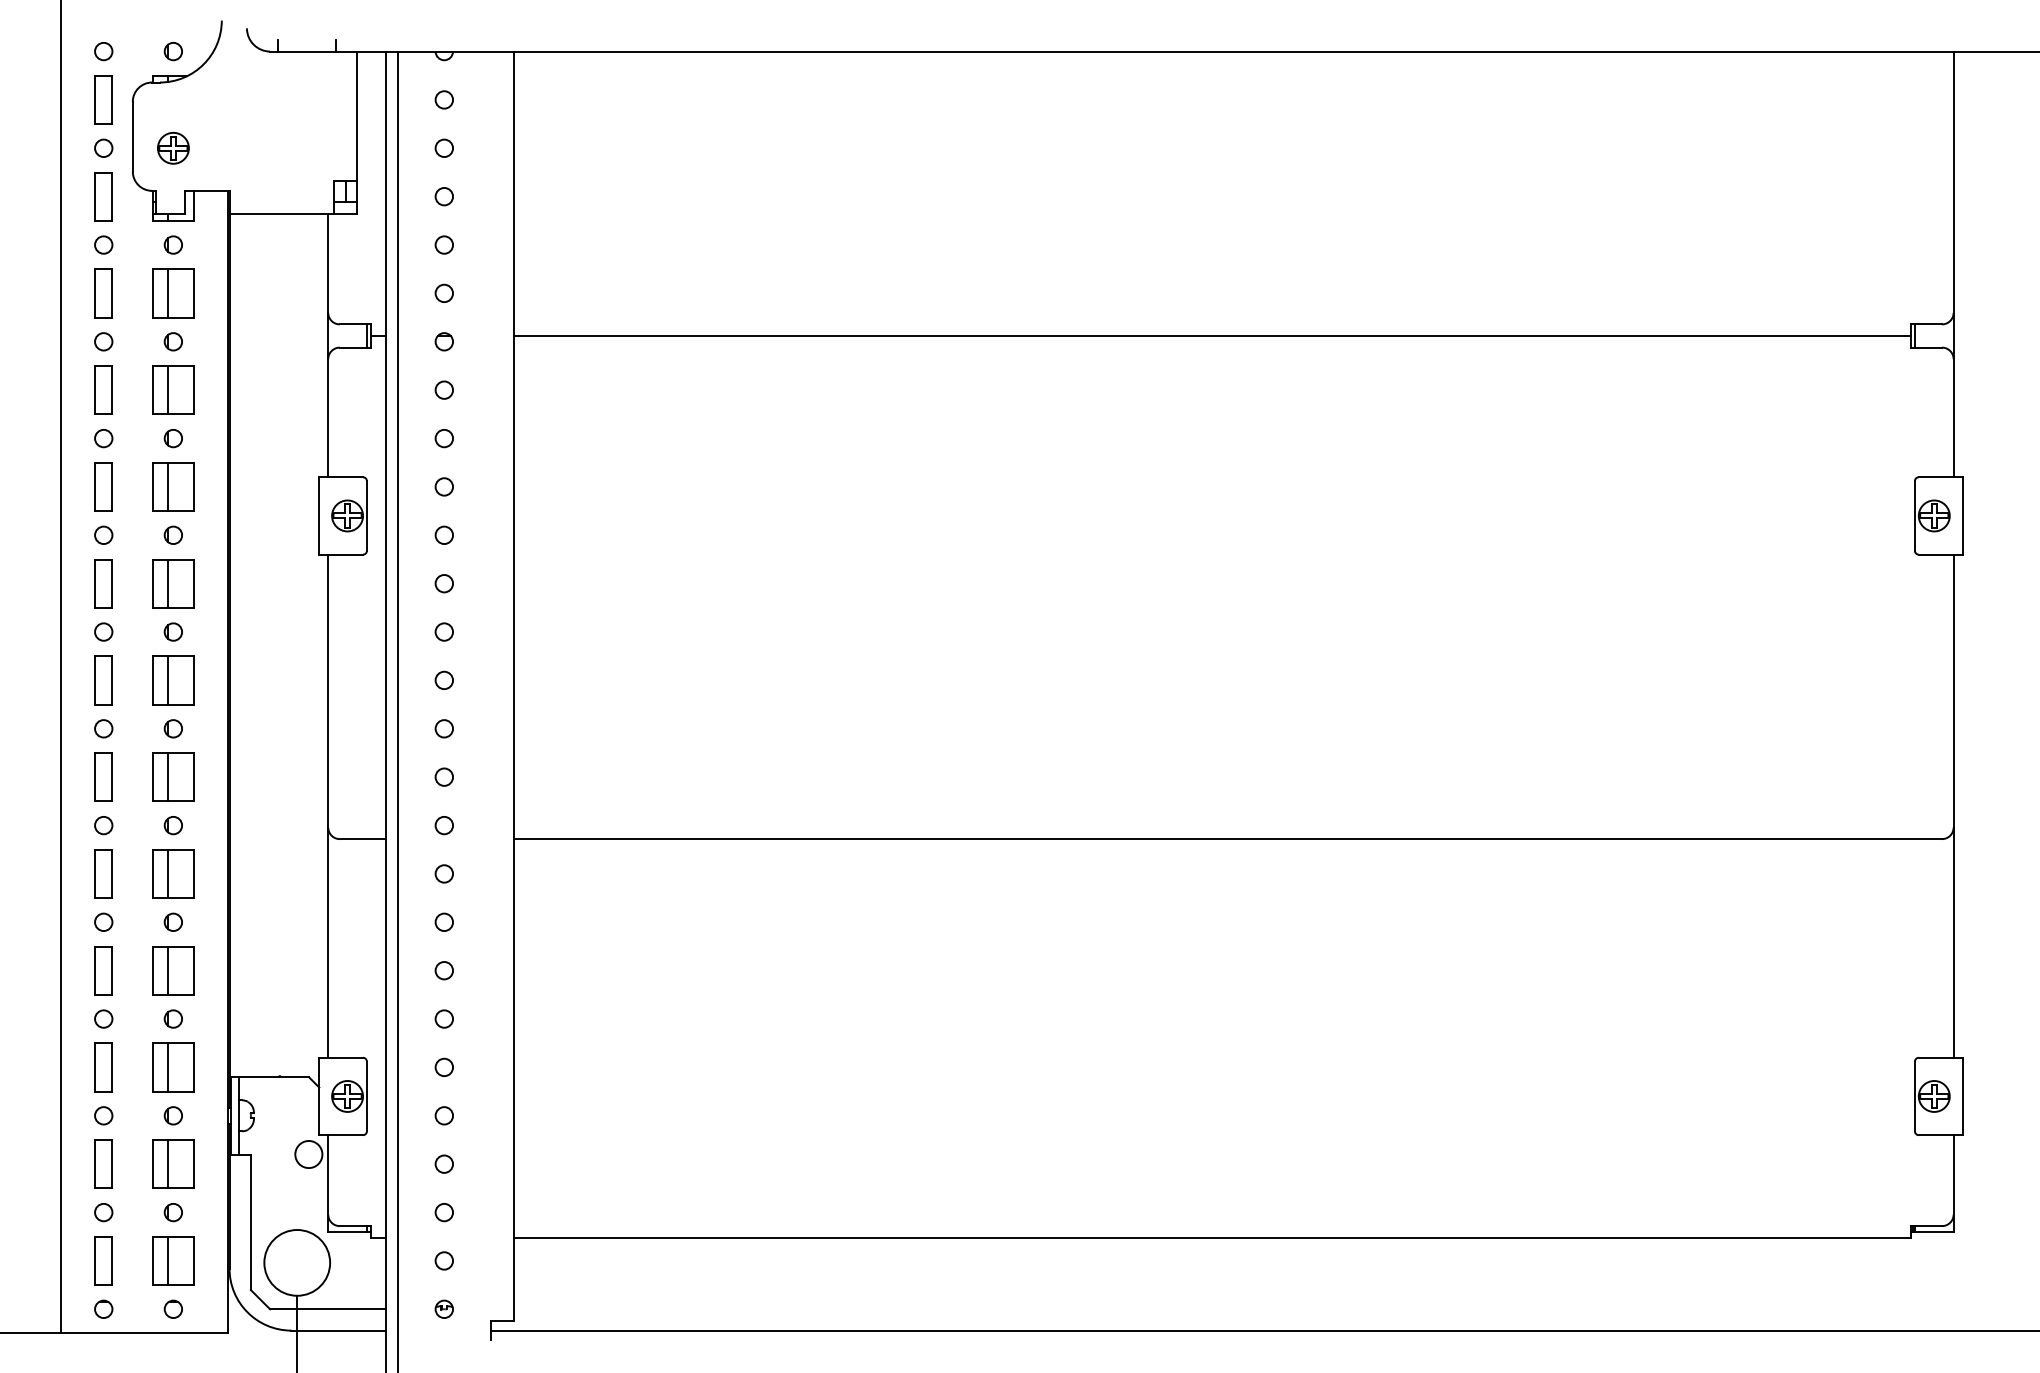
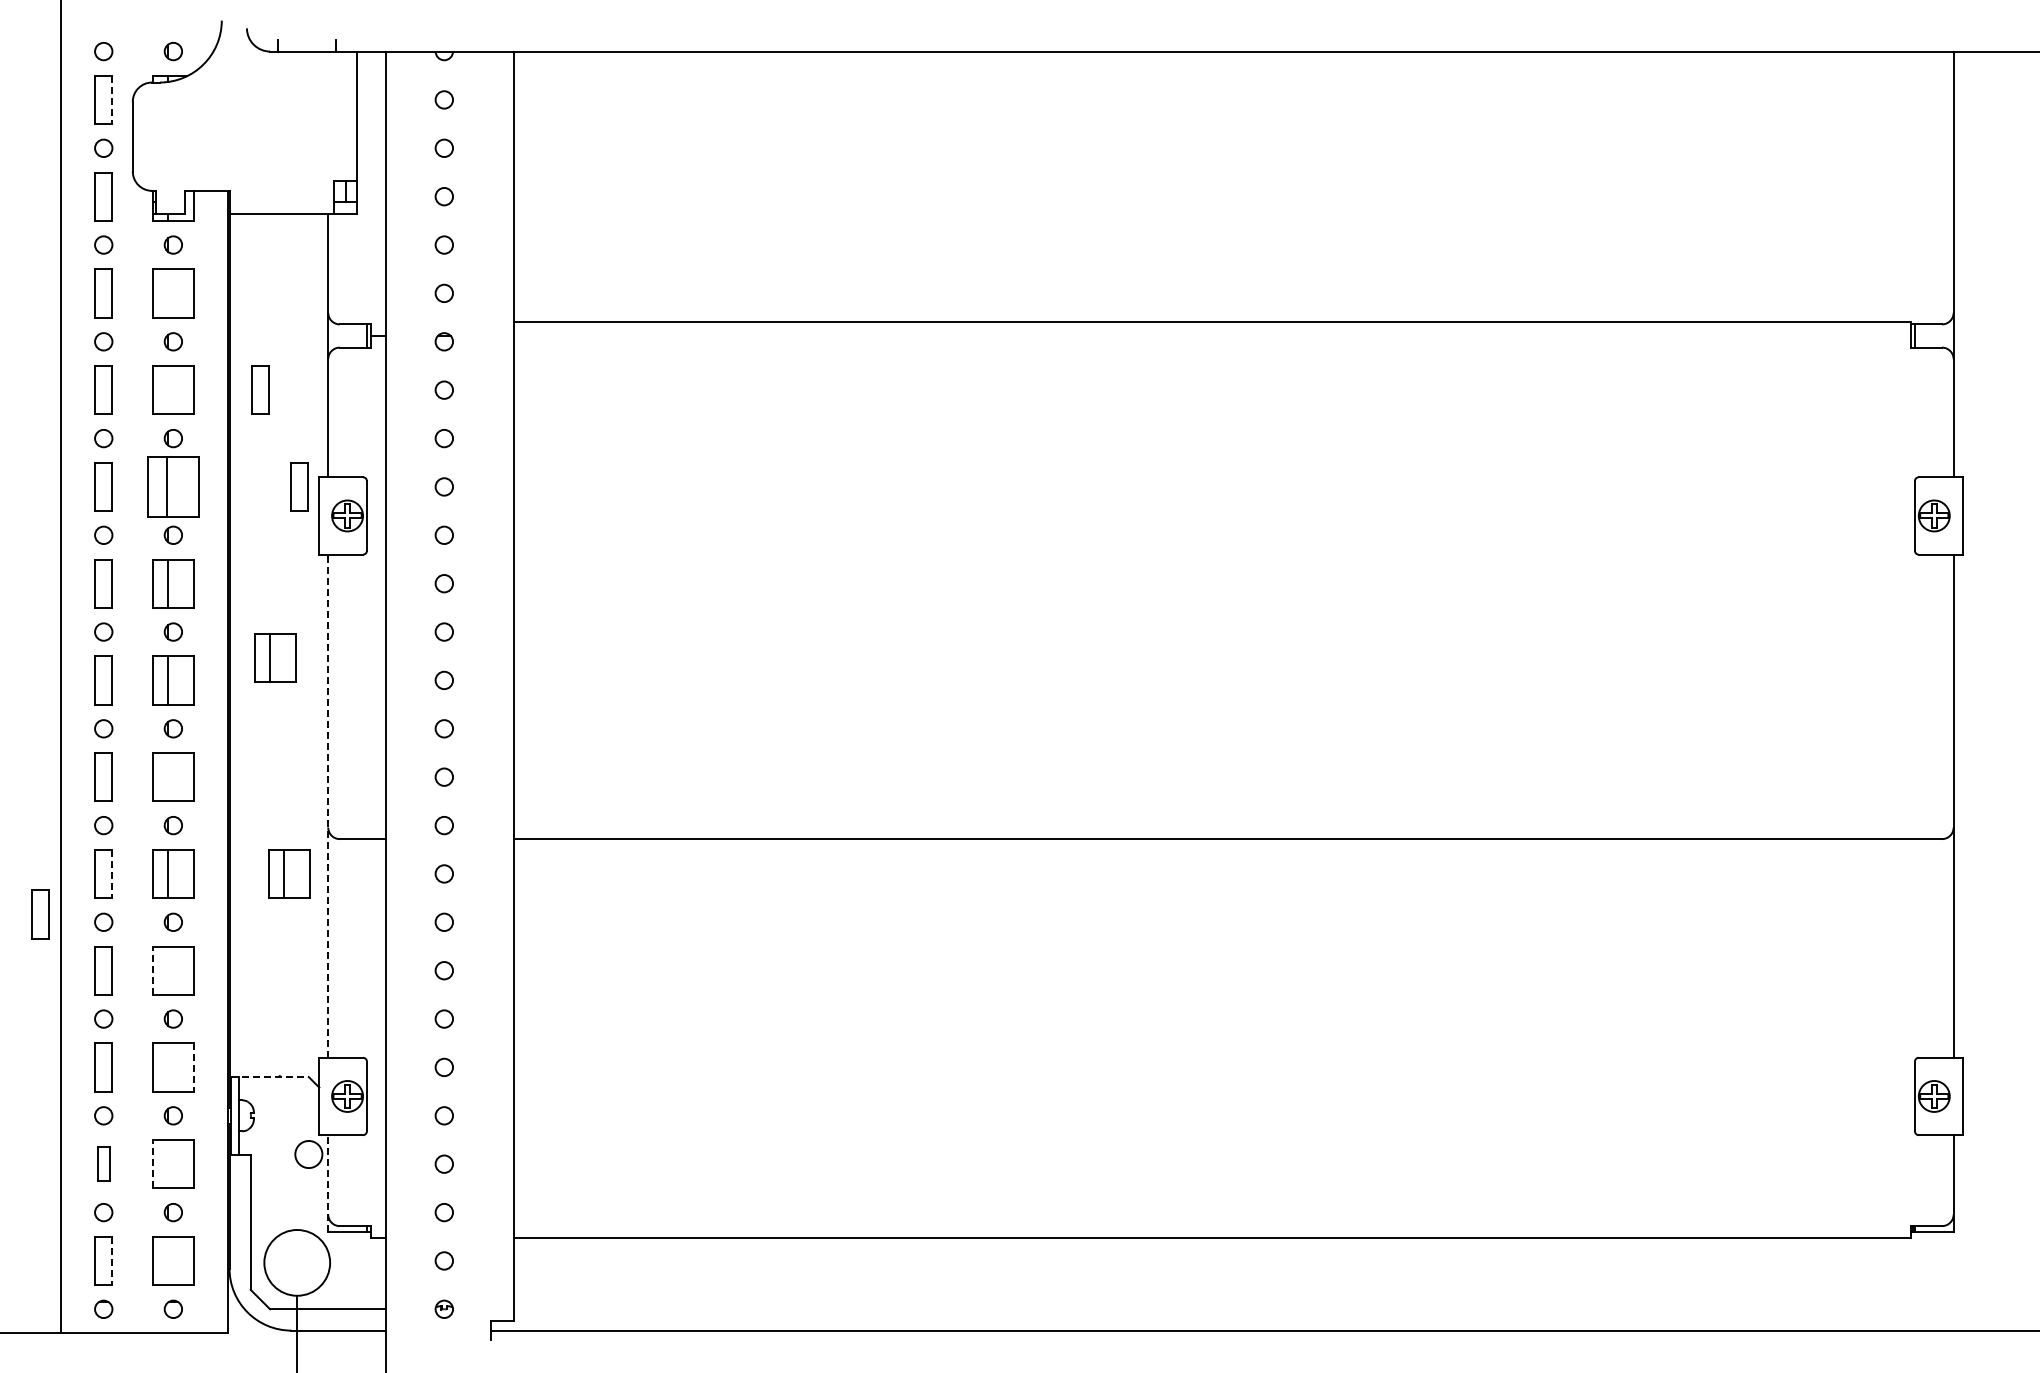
line at (112, 100): solid -> dashed
part at (173, 147): present -> none
line at (168, 293): present -> none
line at (1212, 336) position: (1212, 336) -> (1212, 322)
part at (260, 389): none -> present
line at (168, 390): present -> none
part at (173, 486) size: 43x50 px -> 53x62 px
part at (299, 486): none -> present
part at (275, 657): none -> present
line at (397, 710): present -> none
line at (168, 777): present -> none
line at (328, 806): solid -> dashed
part at (289, 873): none -> present
line at (112, 874): solid -> dashed
part at (40, 914): none -> present
line at (153, 970): solid -> dashed
line at (168, 970): present -> none
line at (168, 1067): present -> none
line at (193, 1067): solid -> dashed
line at (270, 1077): solid -> dashed
part at (103, 1163) size: 19x50 px -> 14x36 px
line at (153, 1163): solid -> dashed
line at (168, 1164): present -> none
line at (328, 1183): solid -> dashed
line at (168, 1260): present -> none
line at (112, 1261): solid -> dashed
